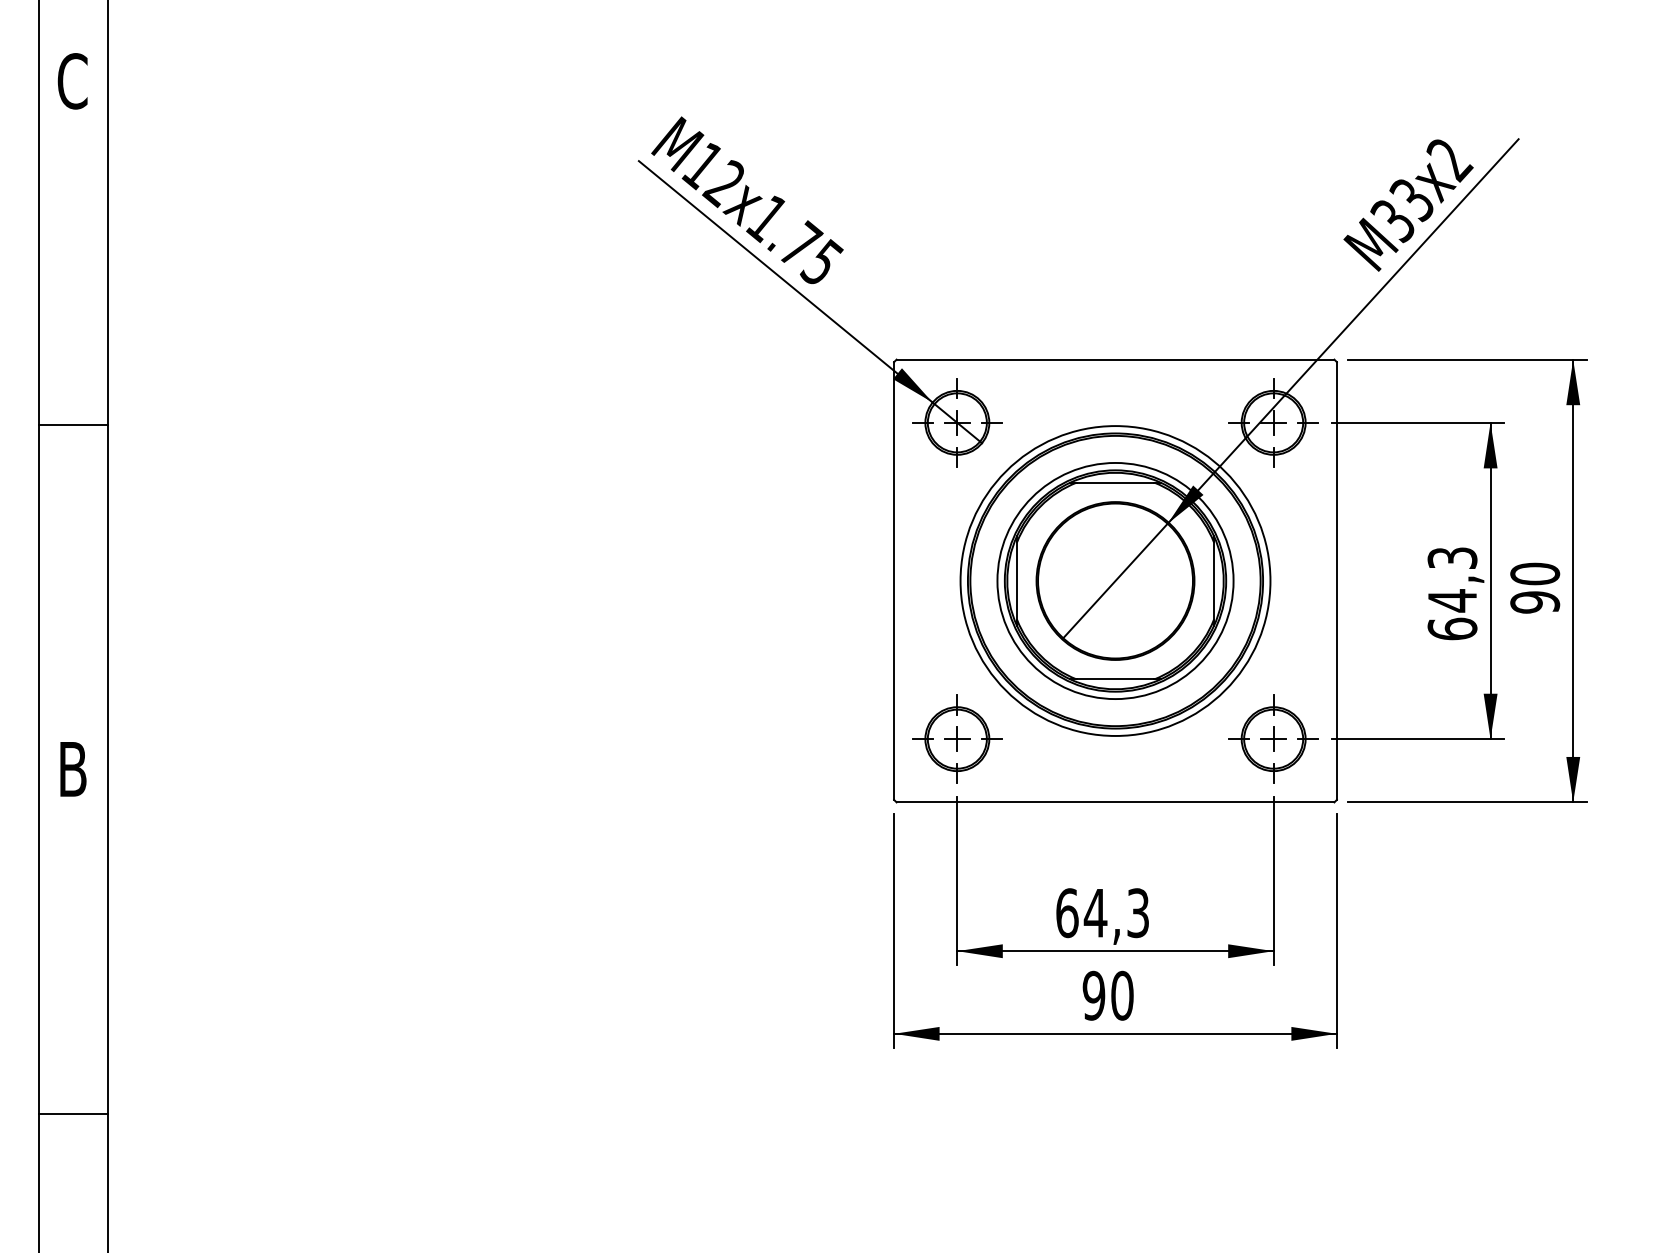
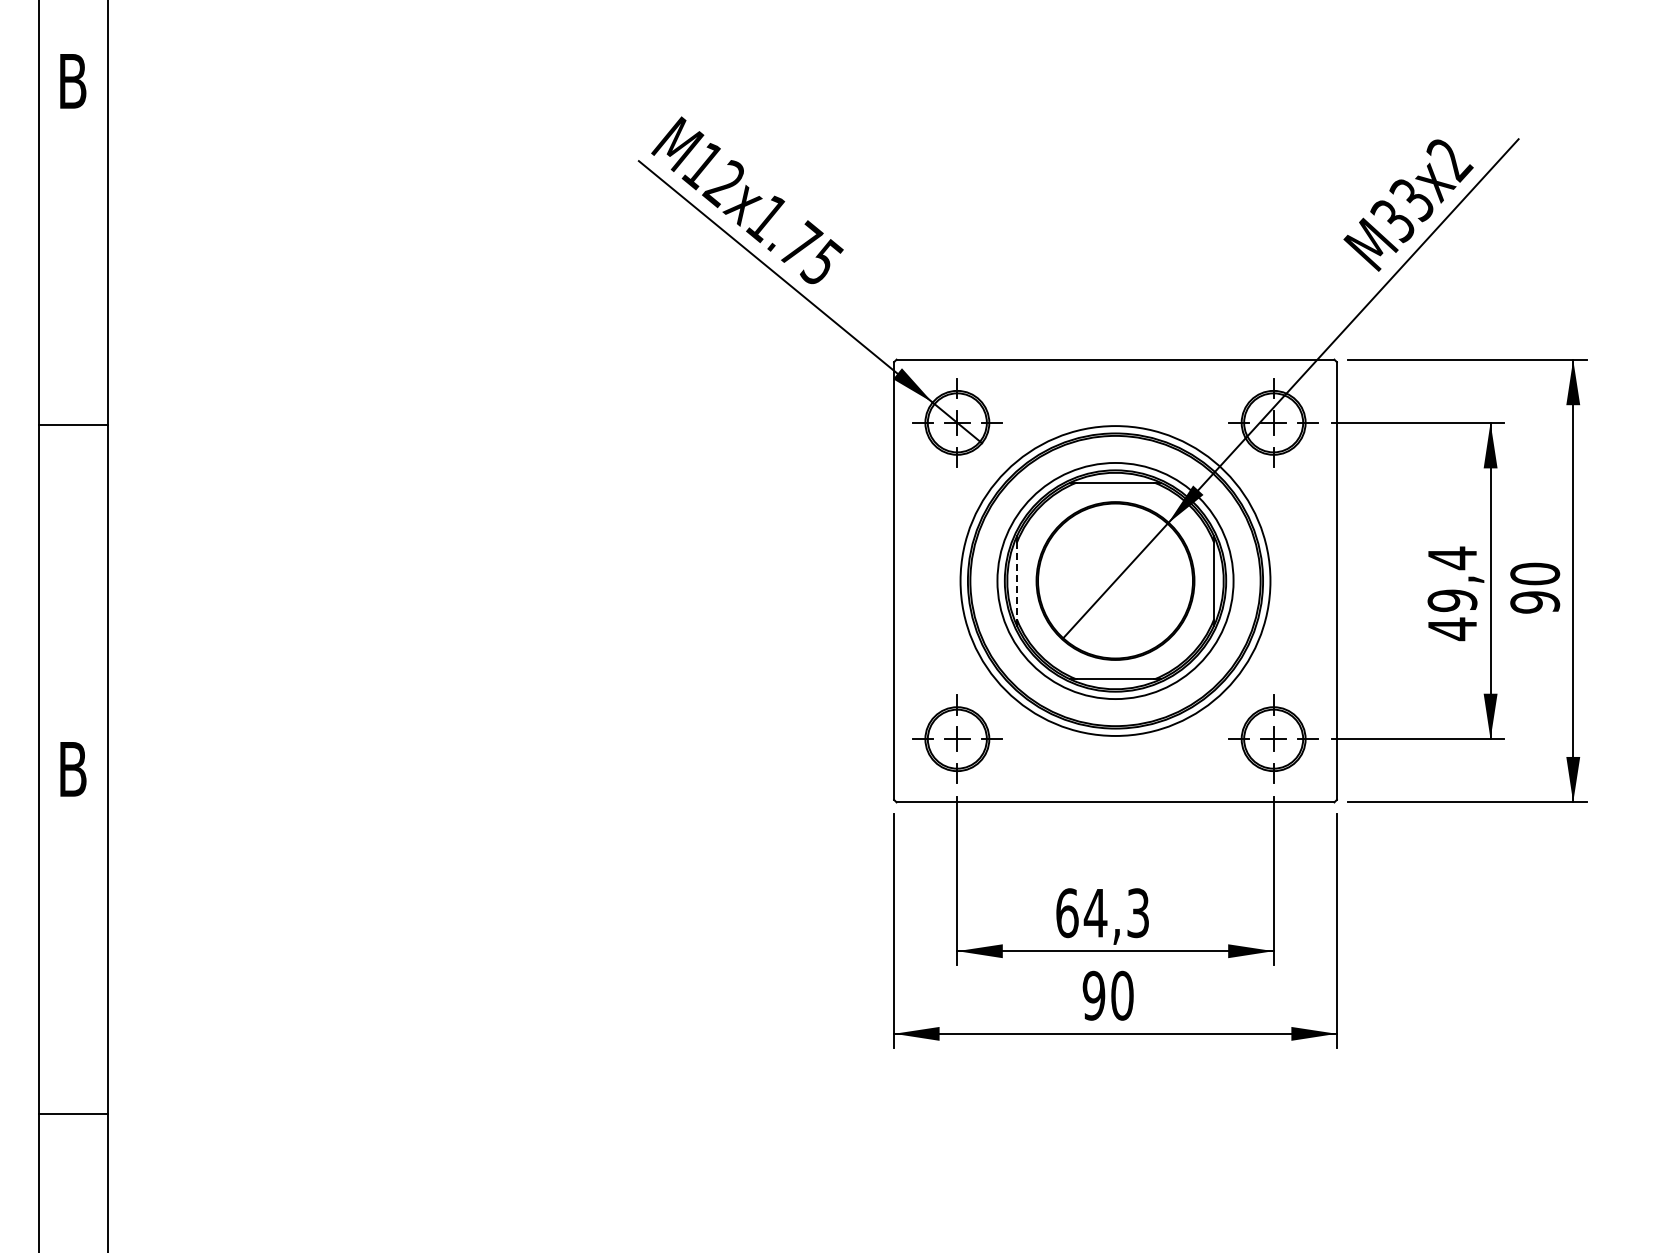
text at (72, 81): C -> B
line at (1017, 581): solid -> dashed
text at (1452, 593): 64,3 -> 49,4
